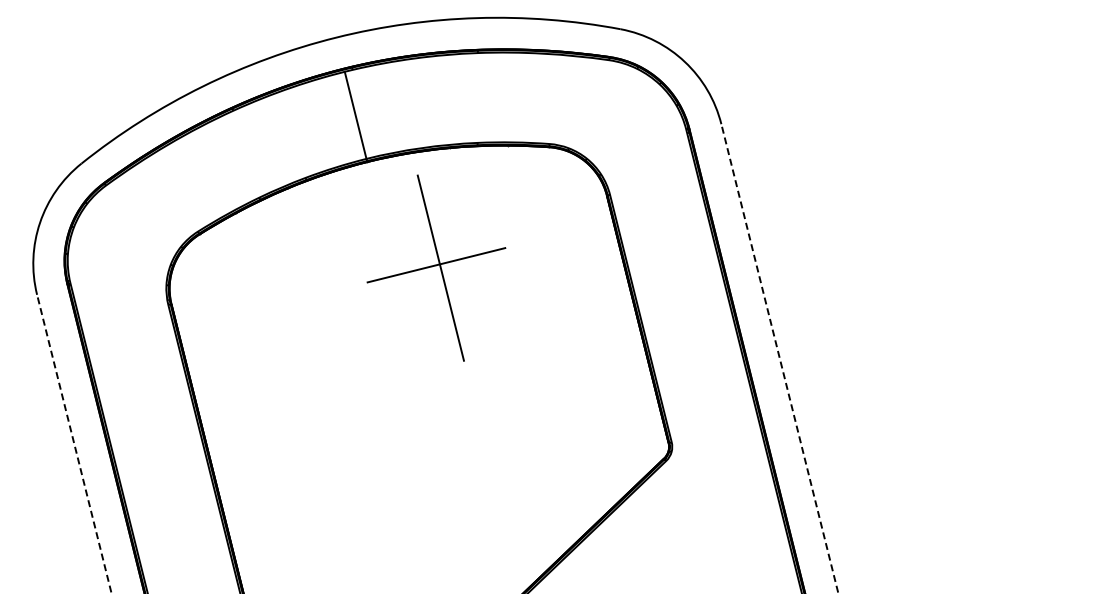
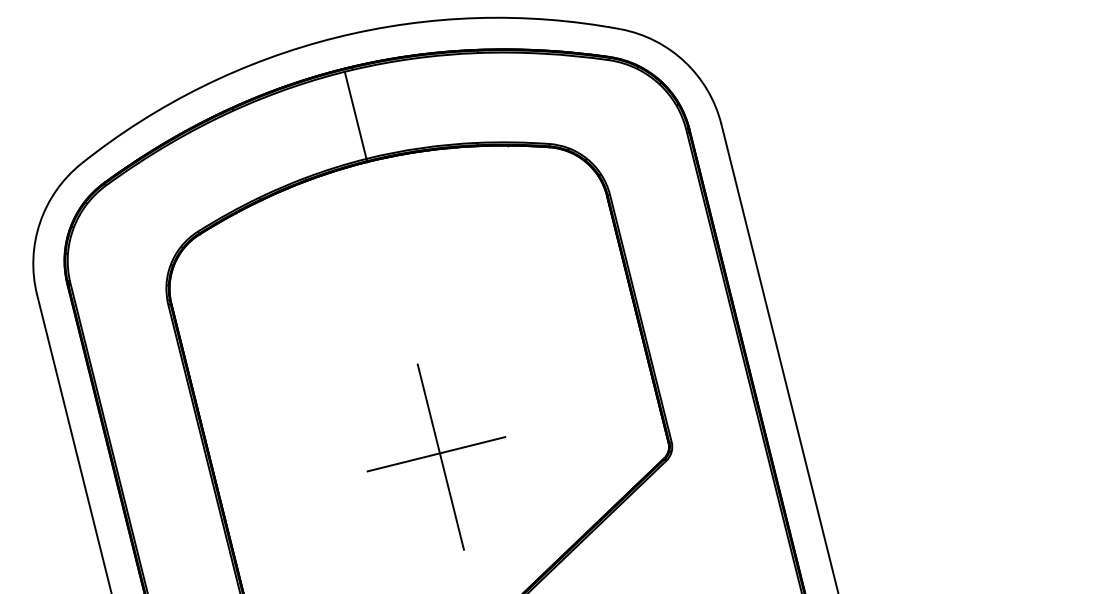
part at (436, 267) position: (436, 267) -> (436, 456)
line at (779, 359): dashed -> solid
line at (74, 444): dashed -> solid
